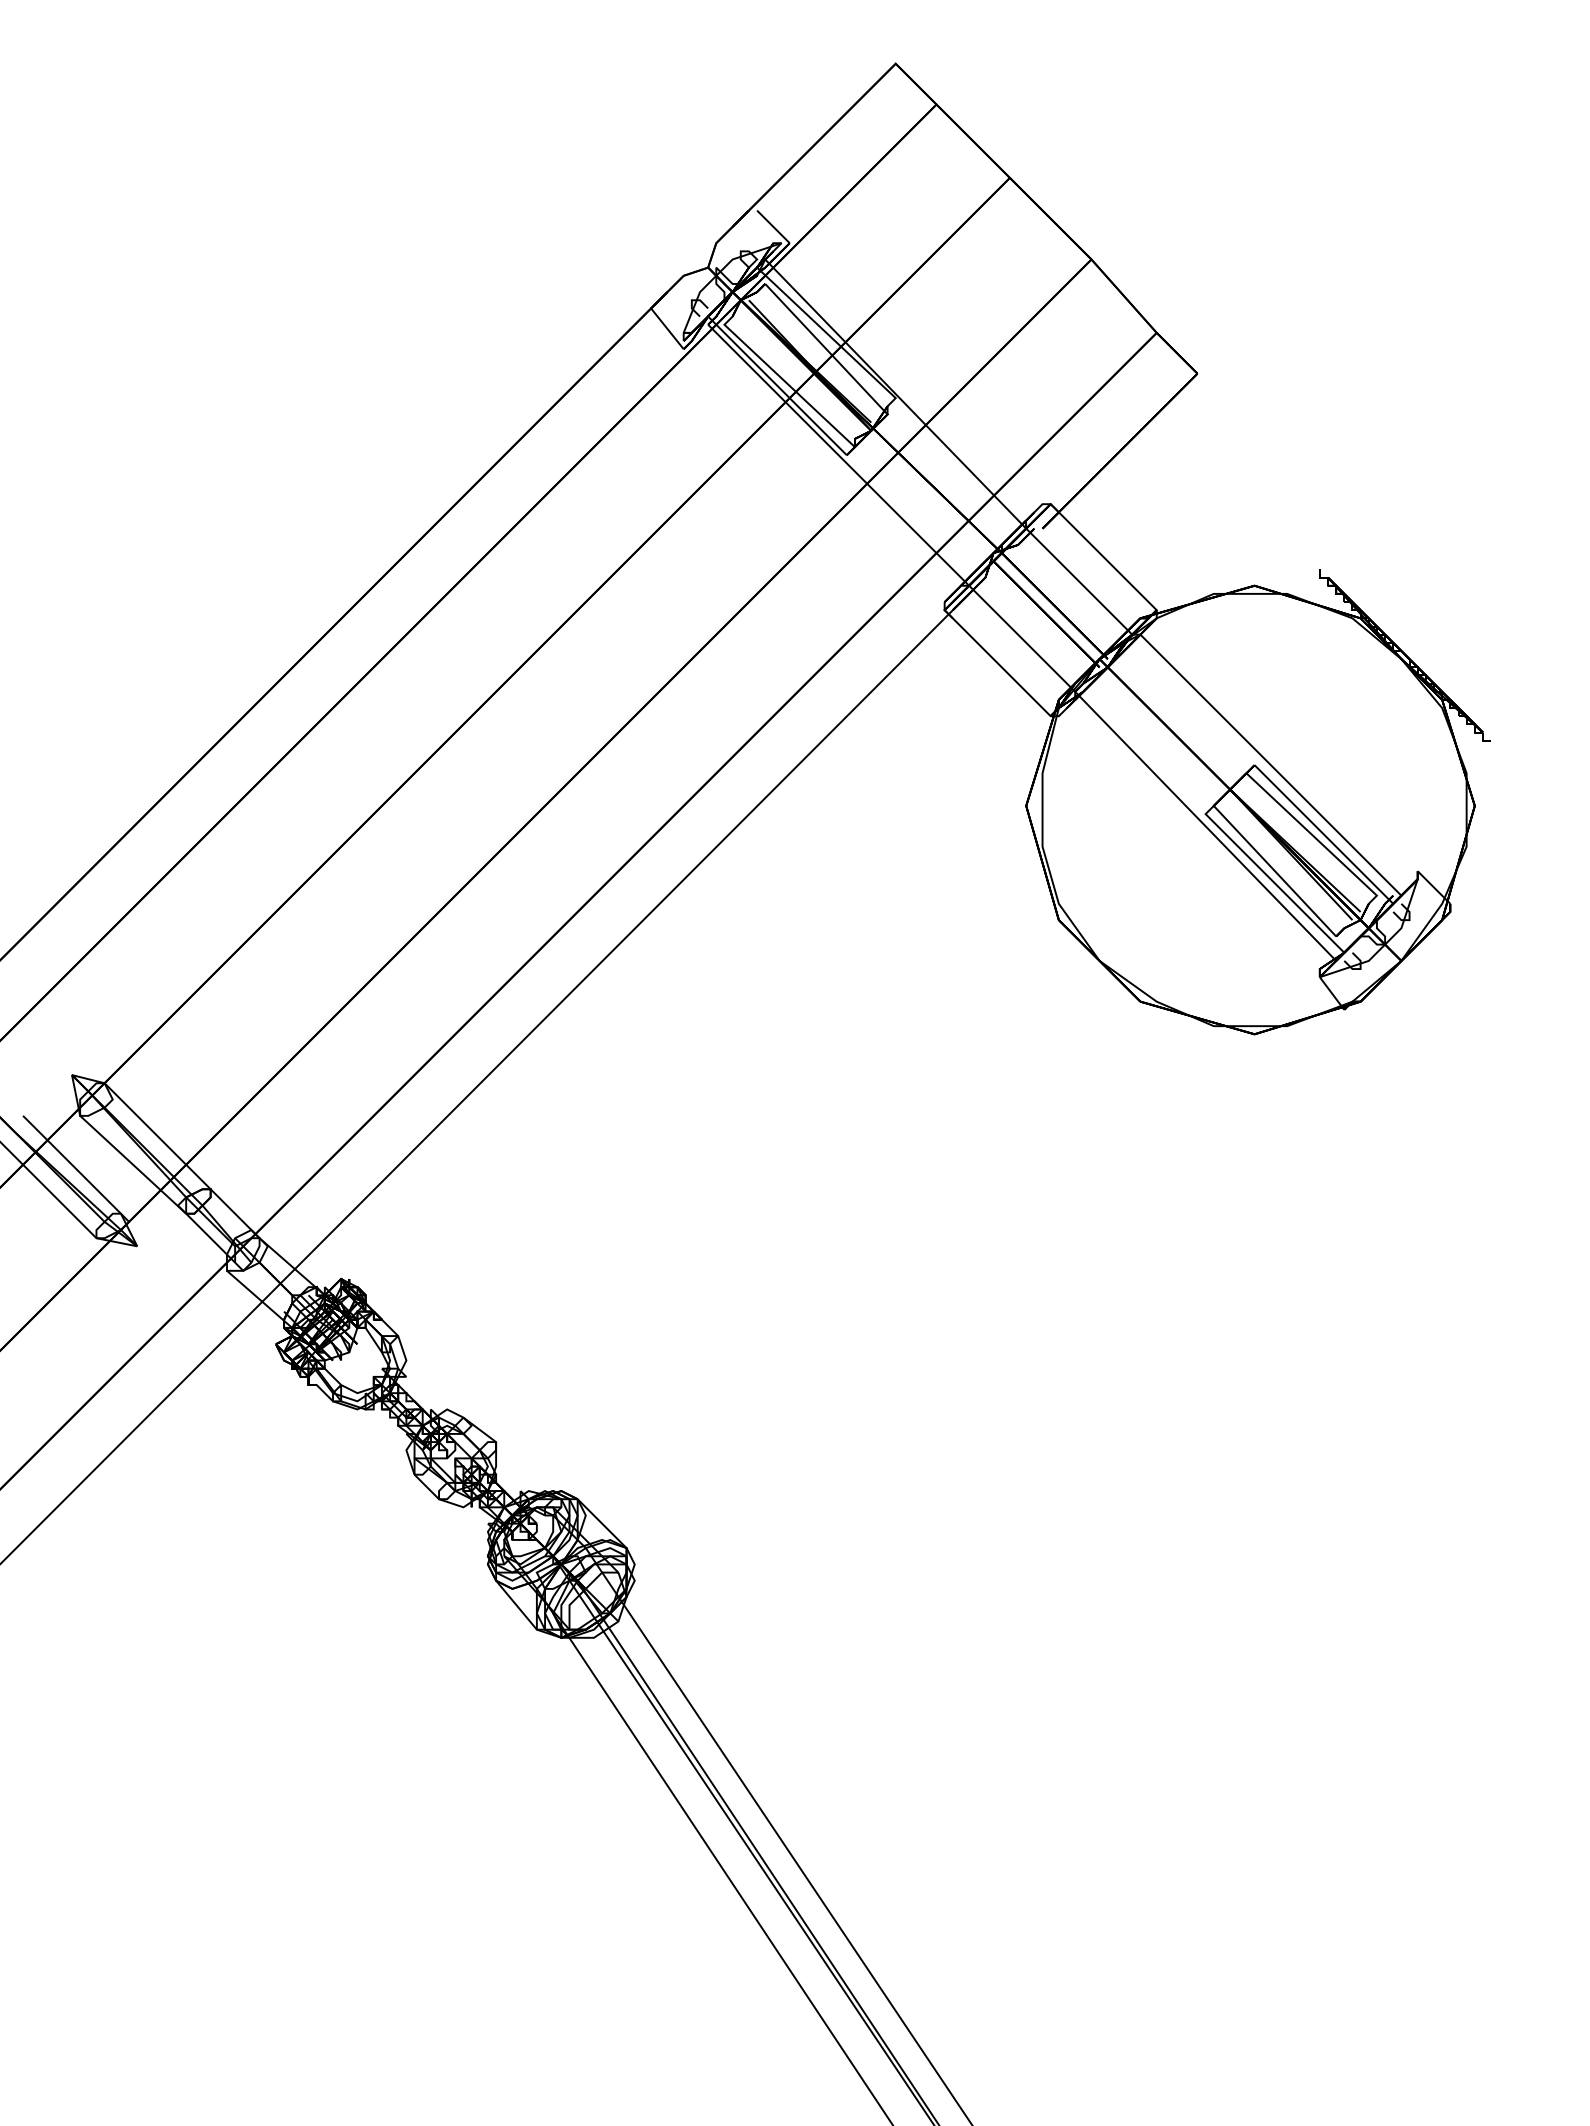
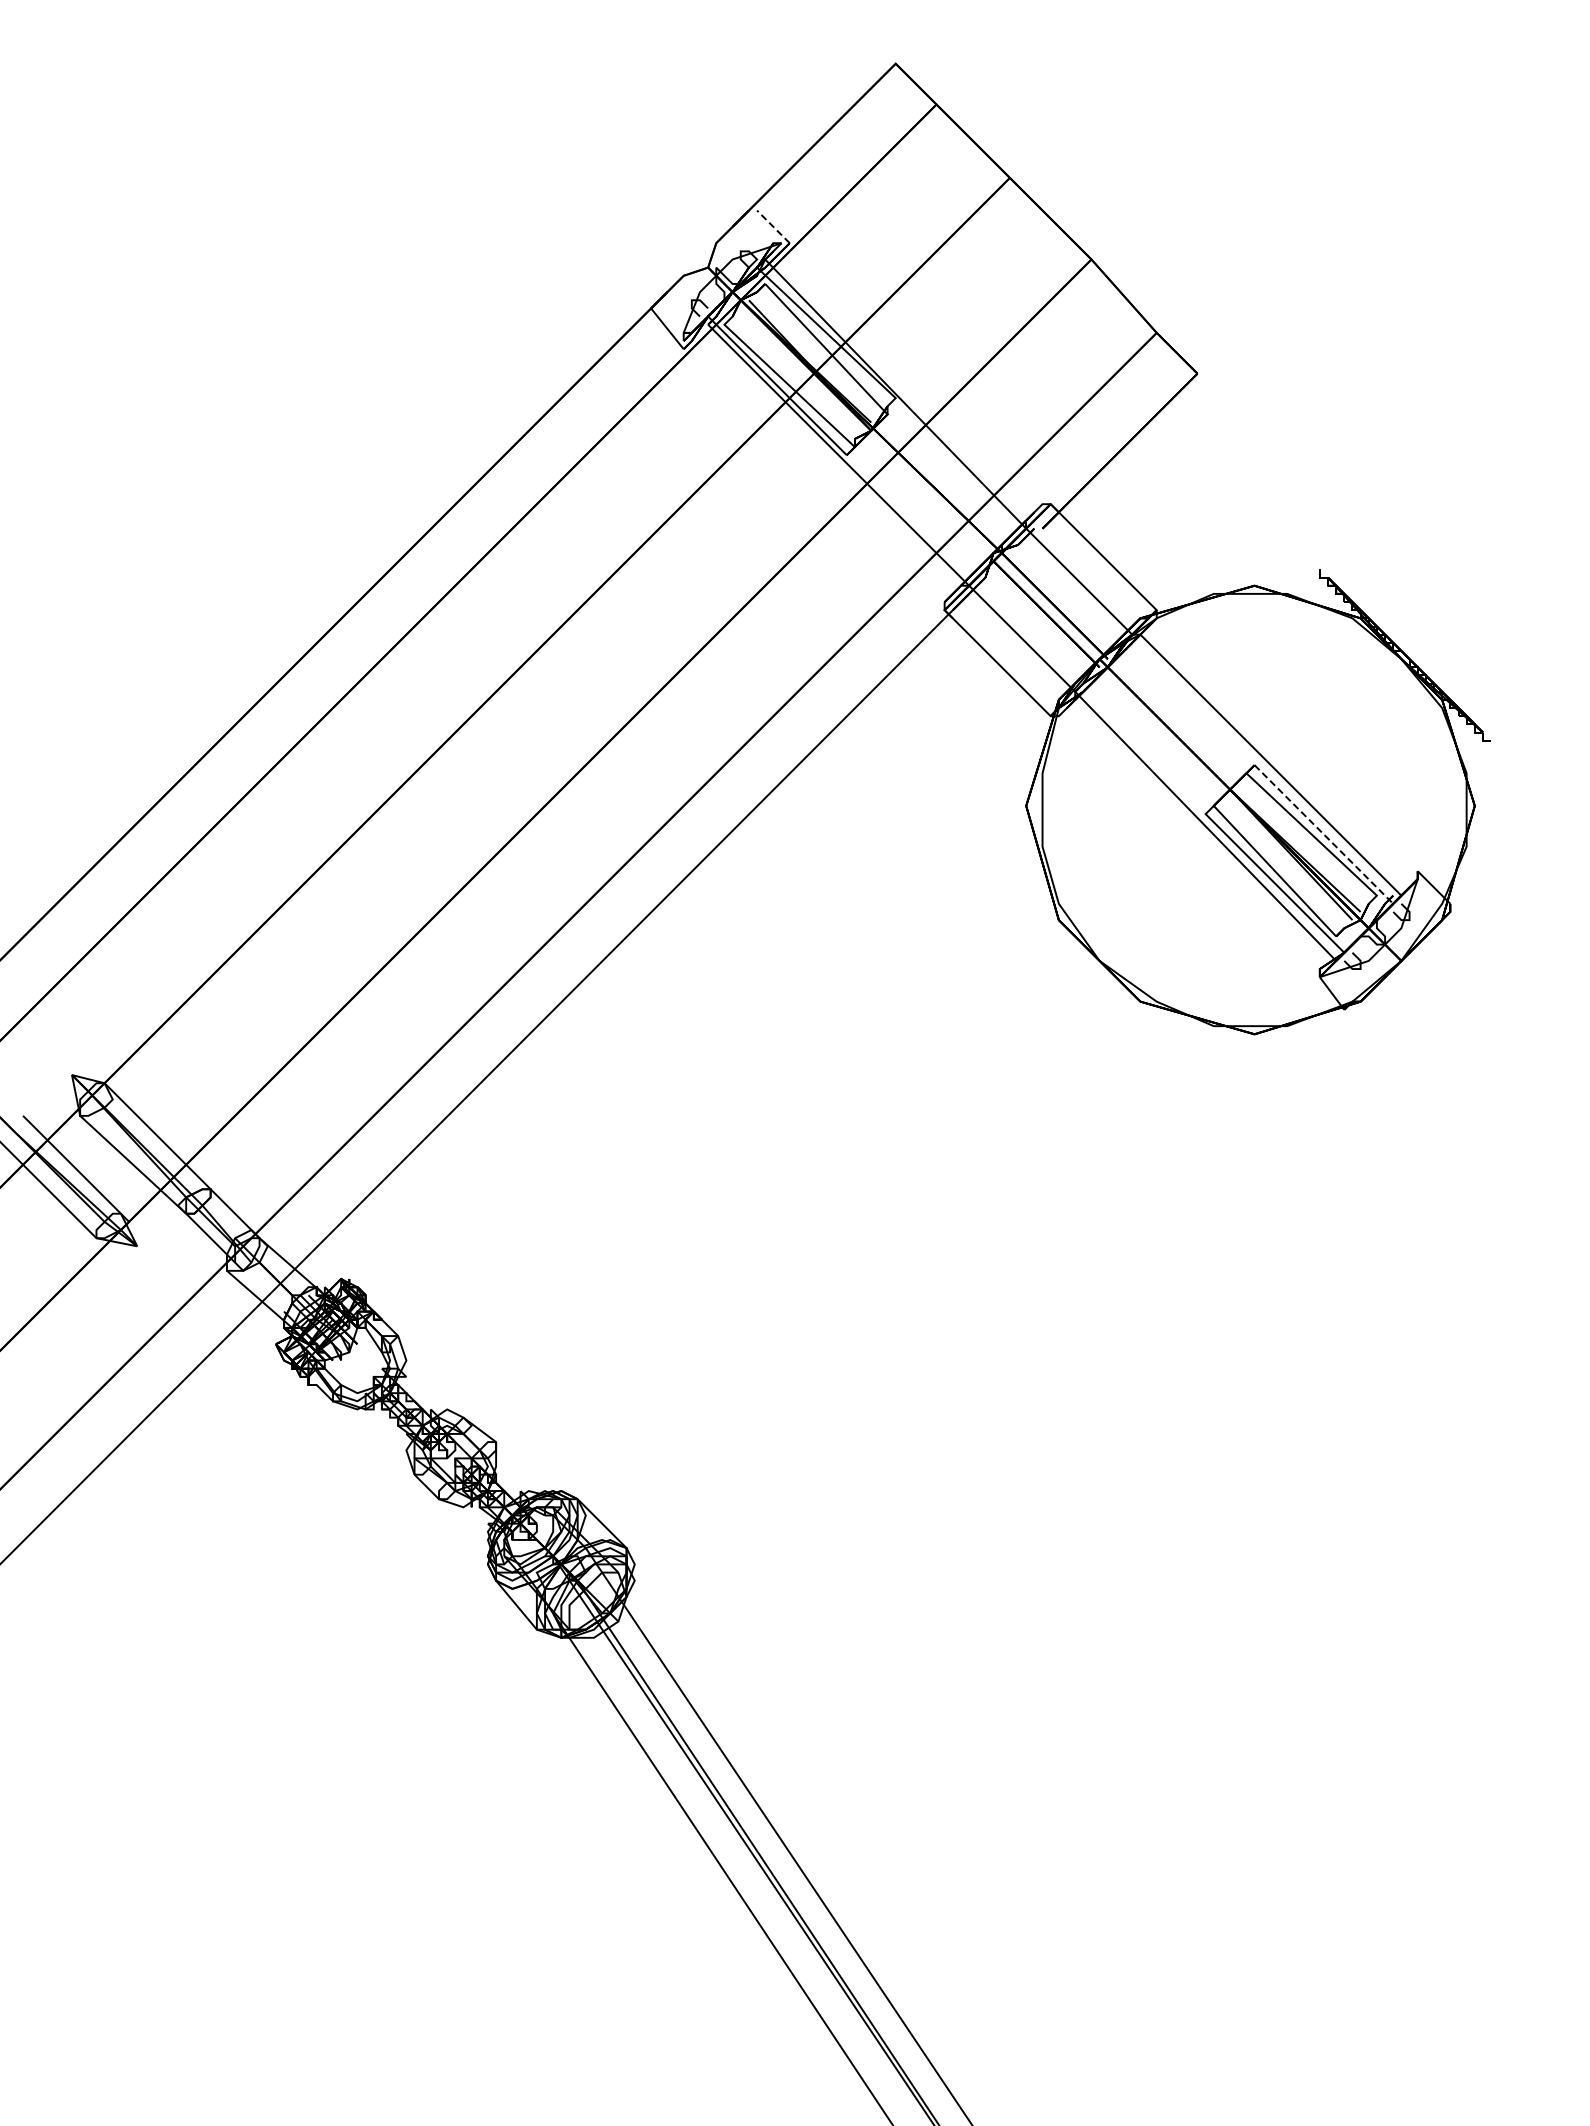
line at (773, 226): solid -> dashed
line at (1324, 834): solid -> dashed
